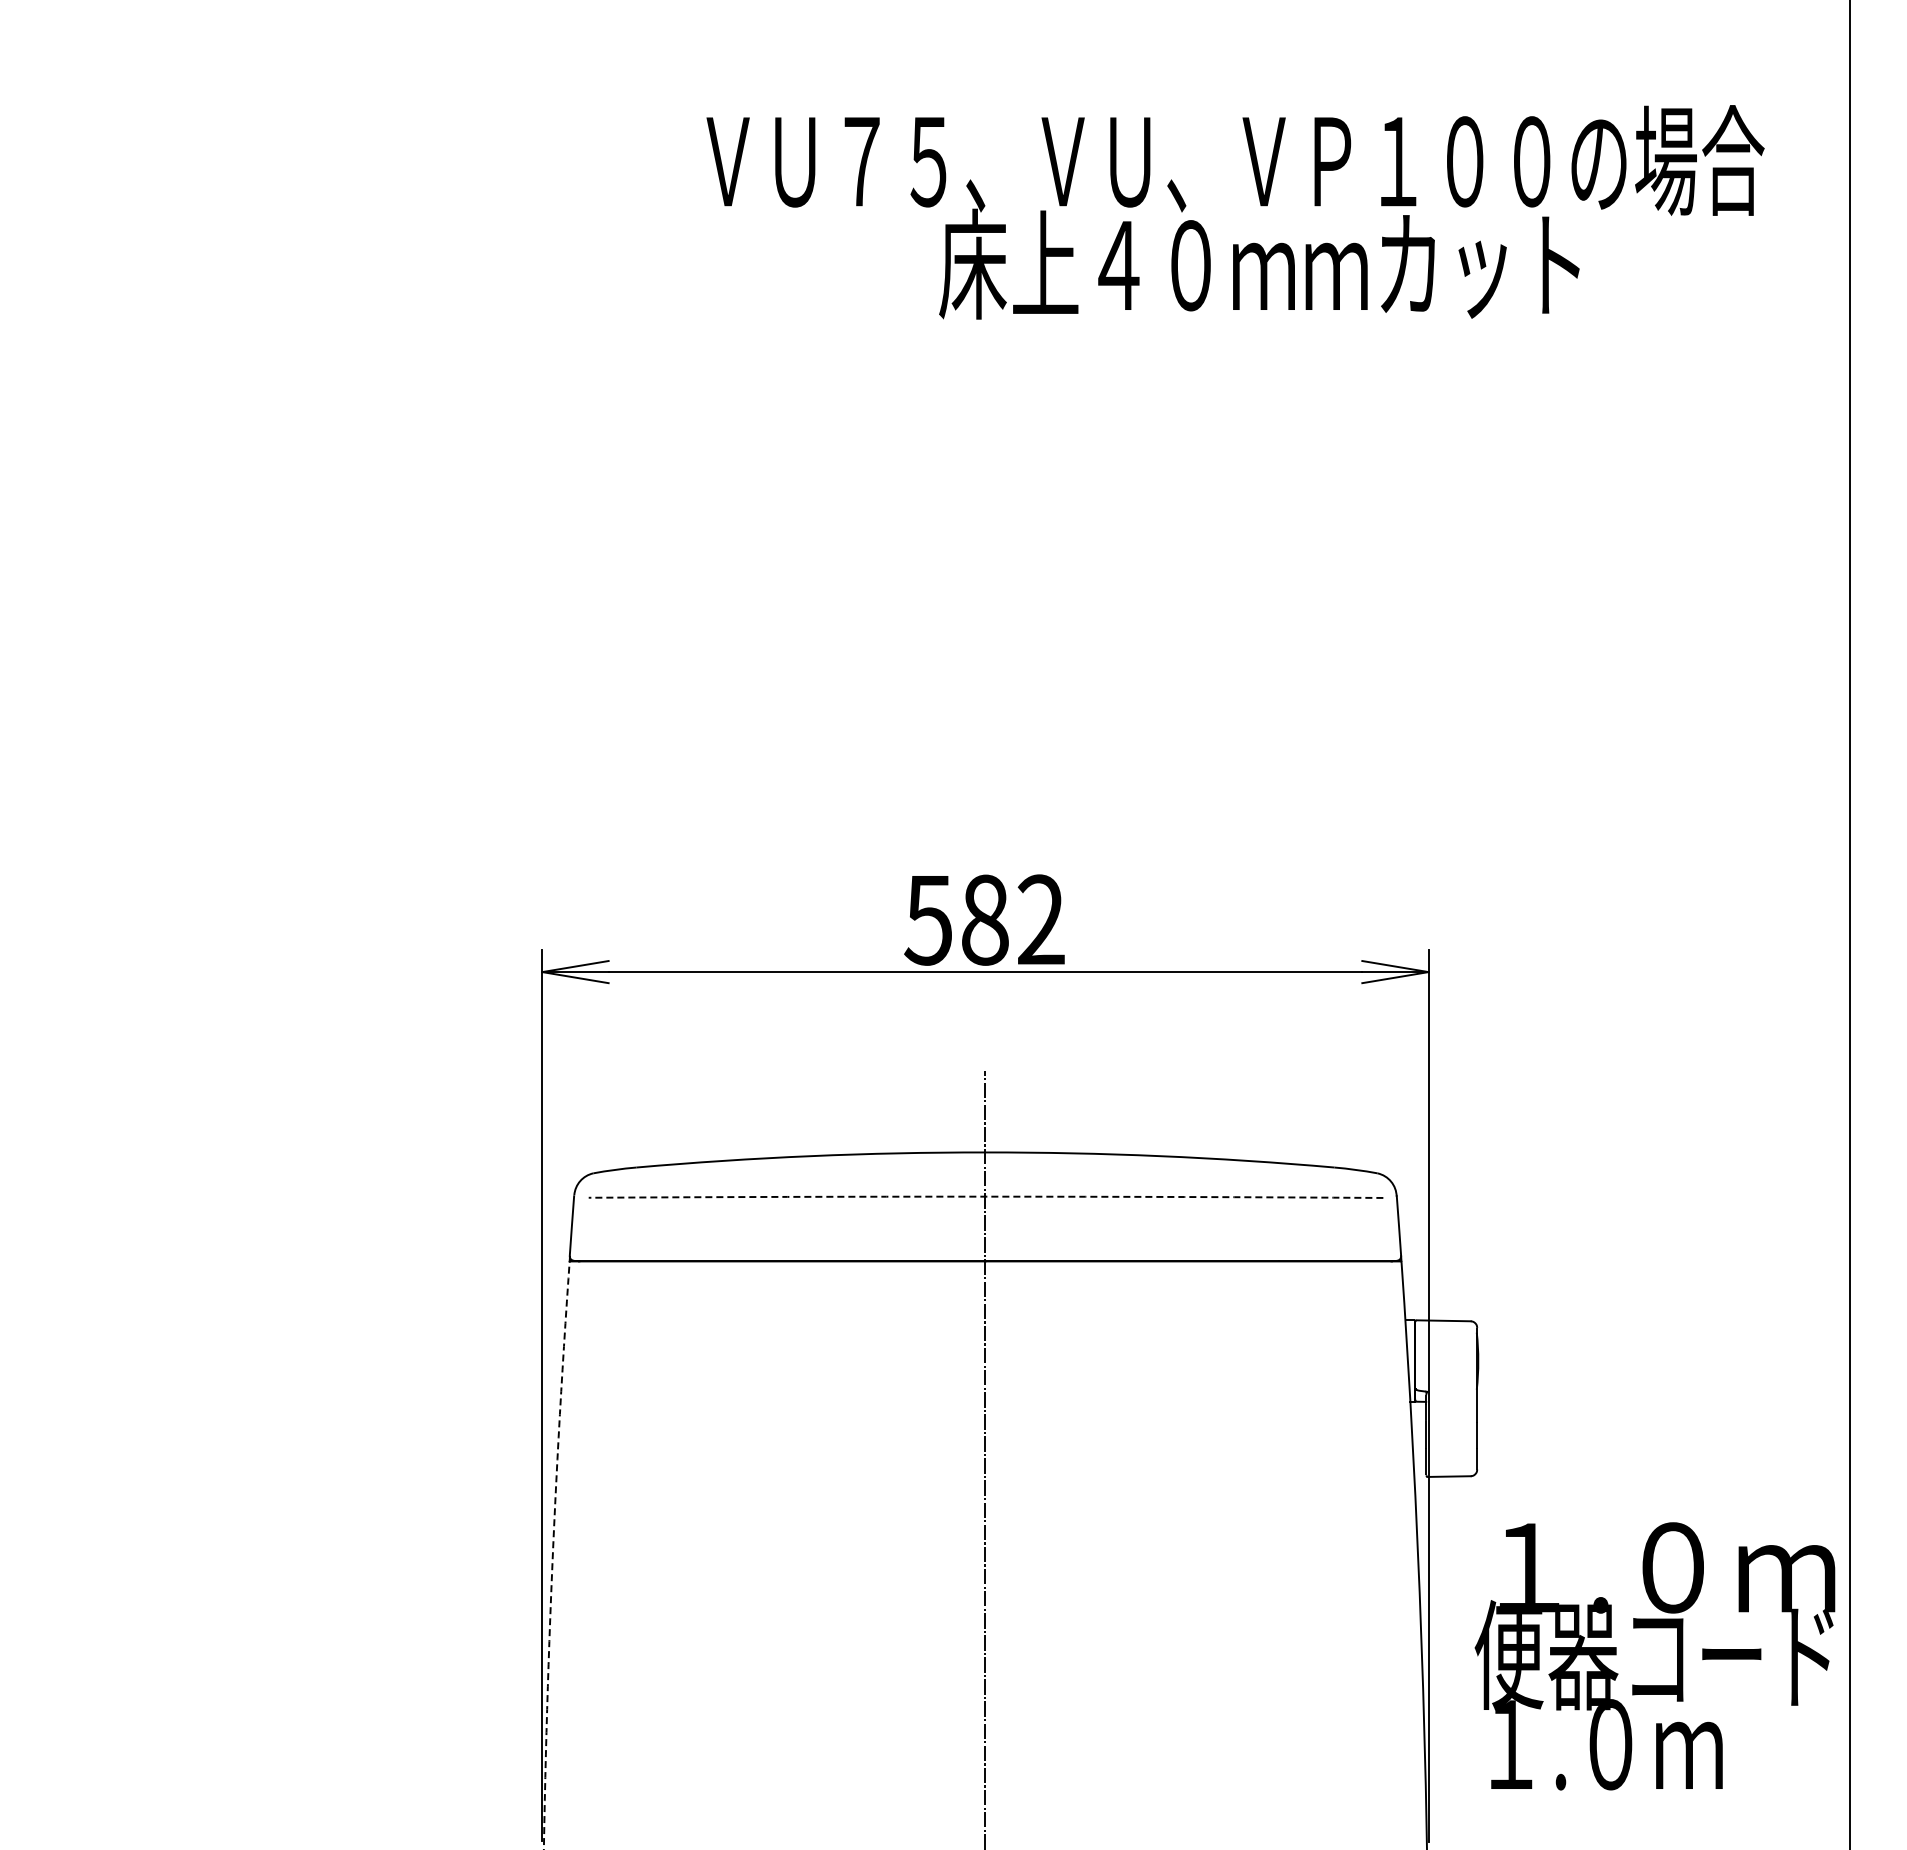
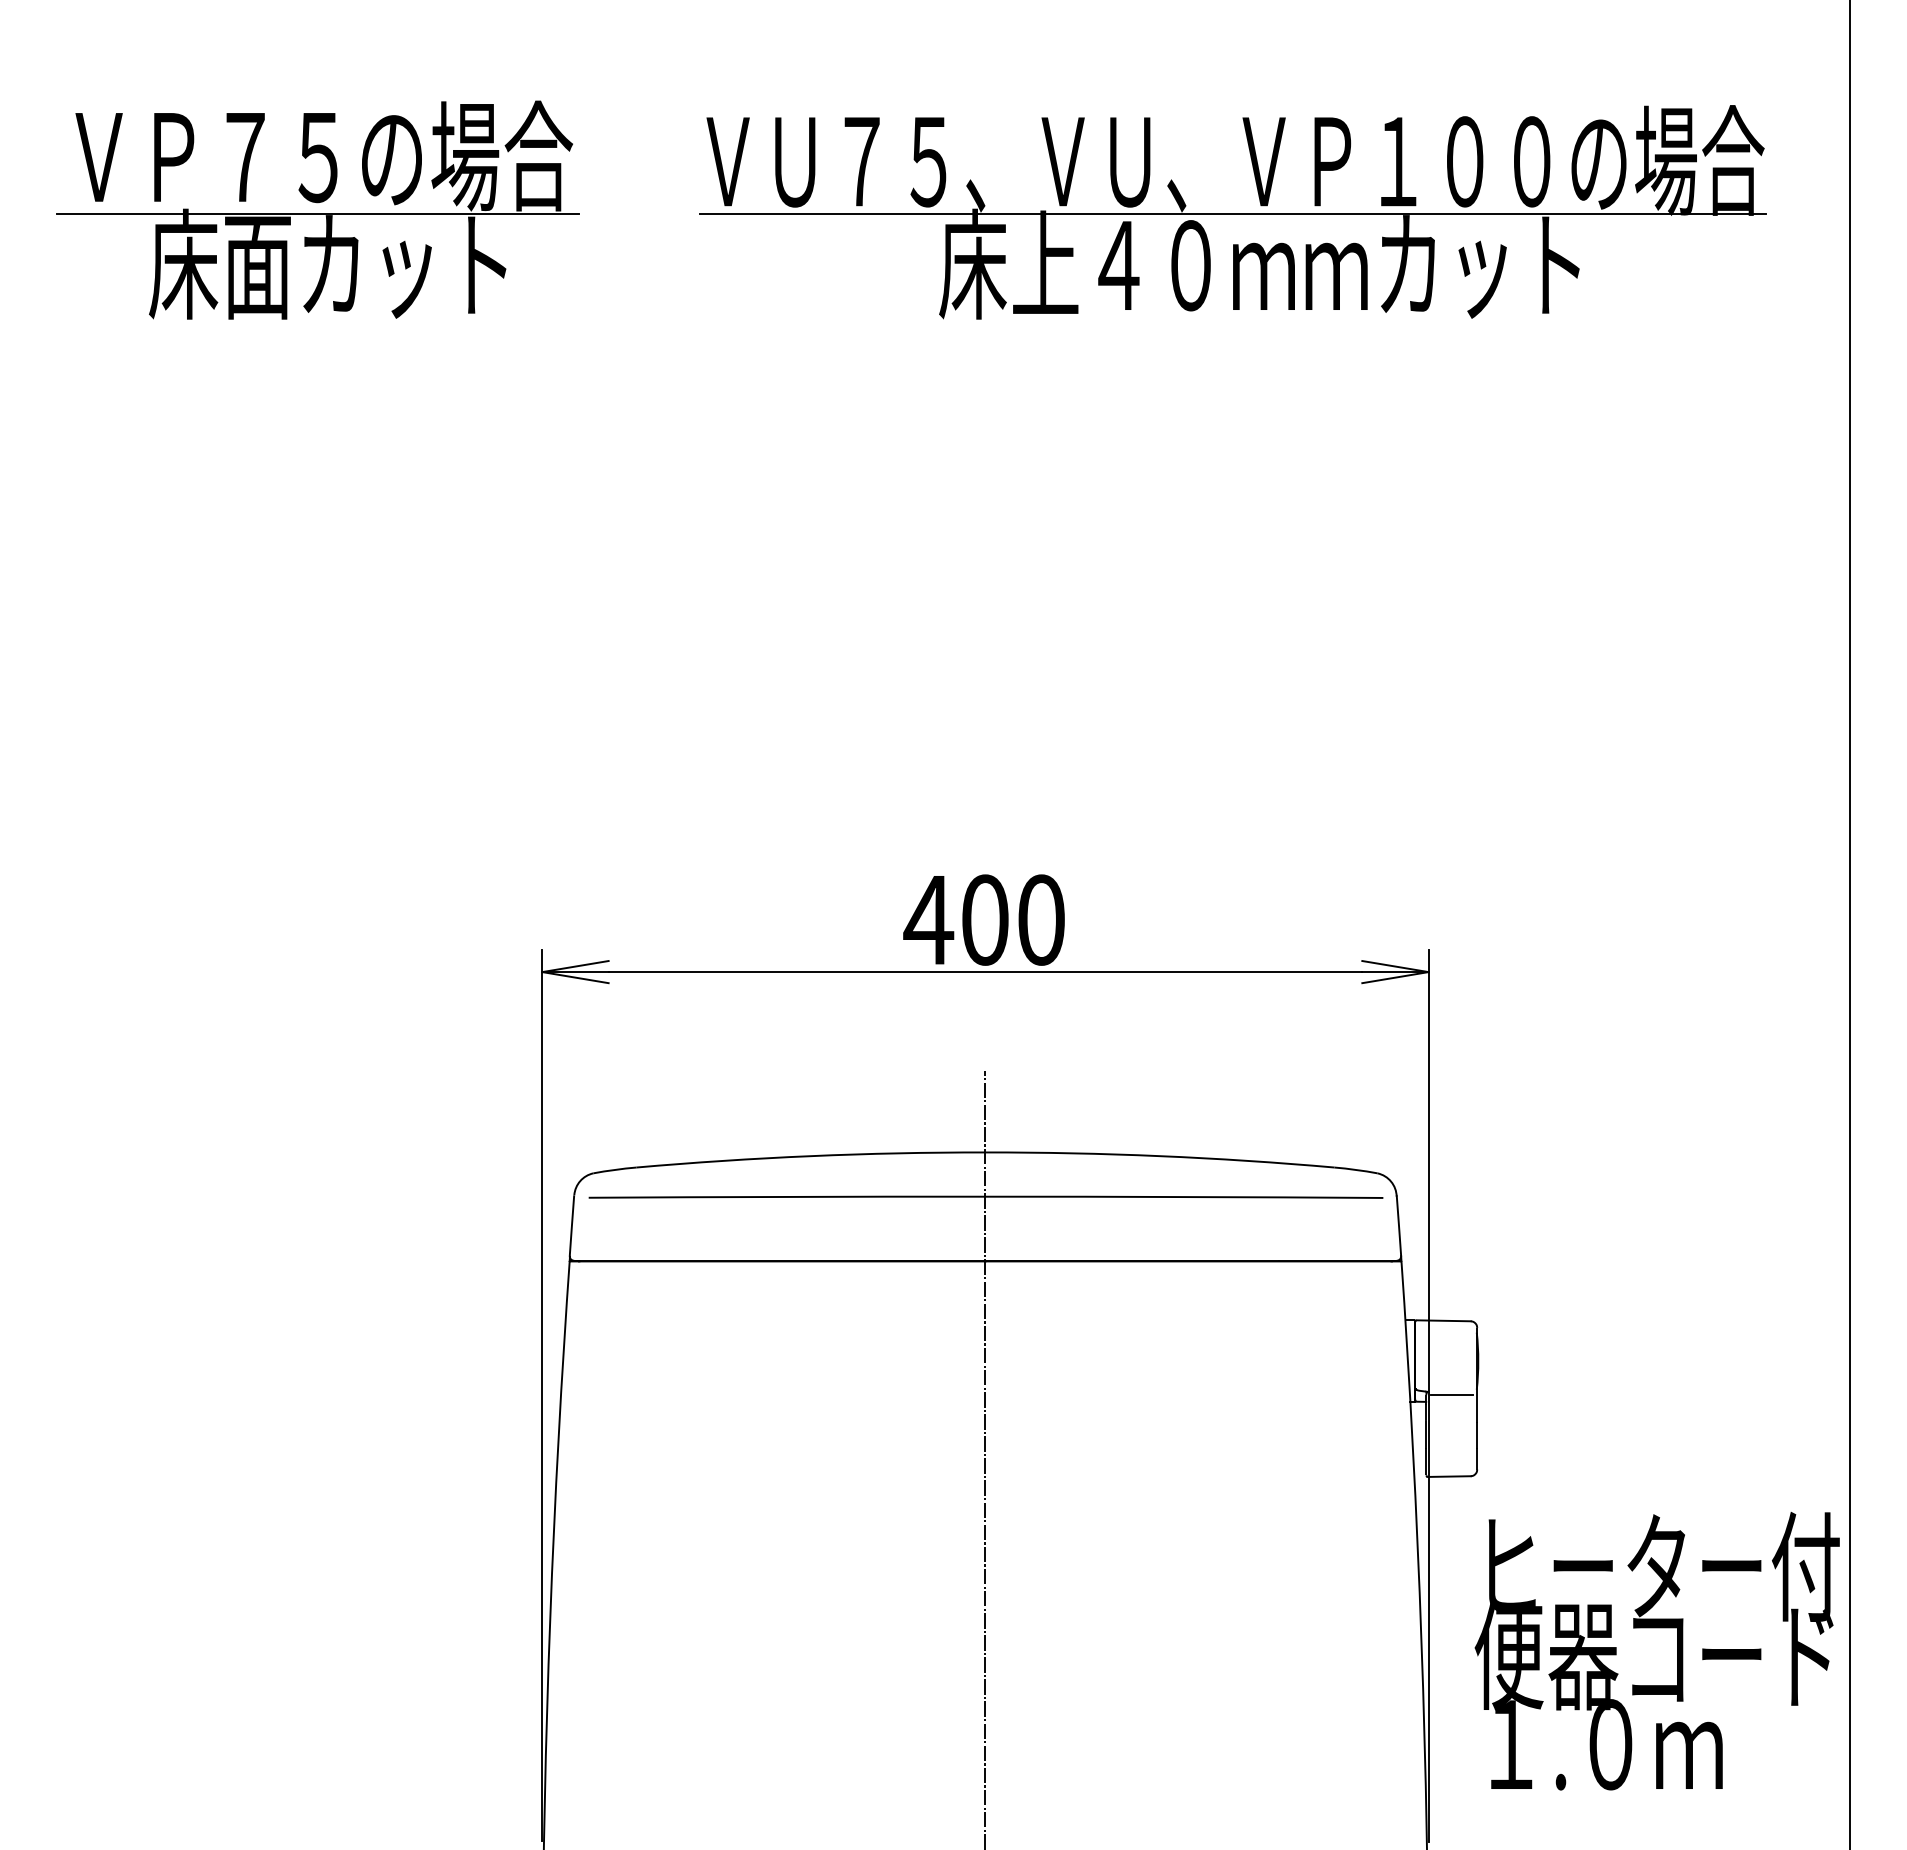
part at (317, 209): none -> present
line at (1232, 213): none -> present
text at (983, 919): 582 -> 400
arc at (986, 1196): dashed -> solid
line at (1451, 1395): none -> present
arc at (553, 1552): dashed -> solid
text at (1663, 1566): １.０ｍ -> ヒーター付
